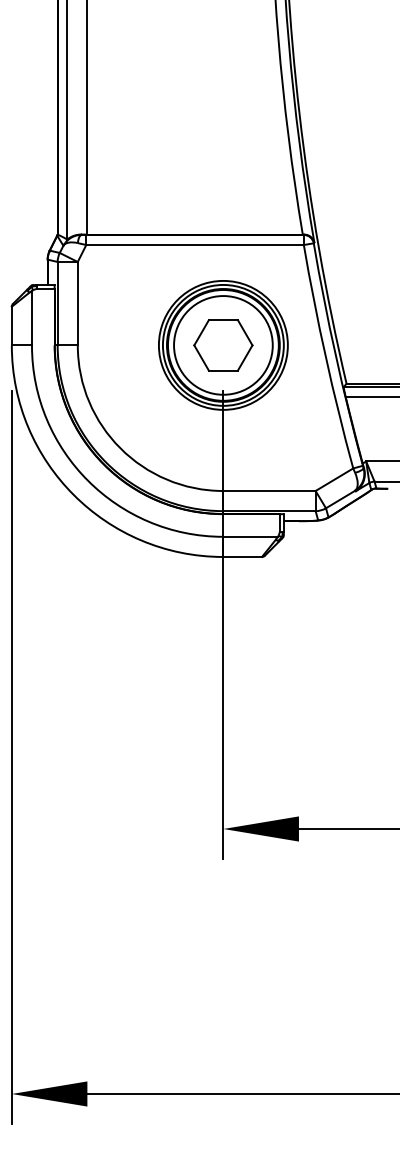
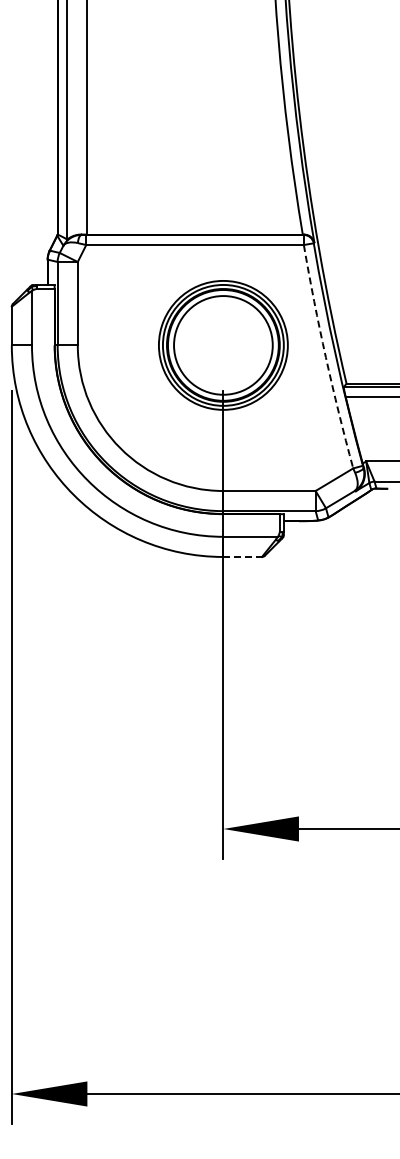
part at (223, 345): present -> none
arc at (325, 357): solid -> dashed
line at (243, 556): solid -> dashed
